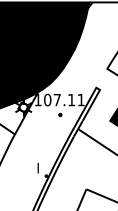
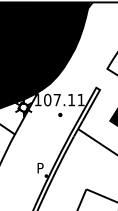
text at (40, 165): I -> P
